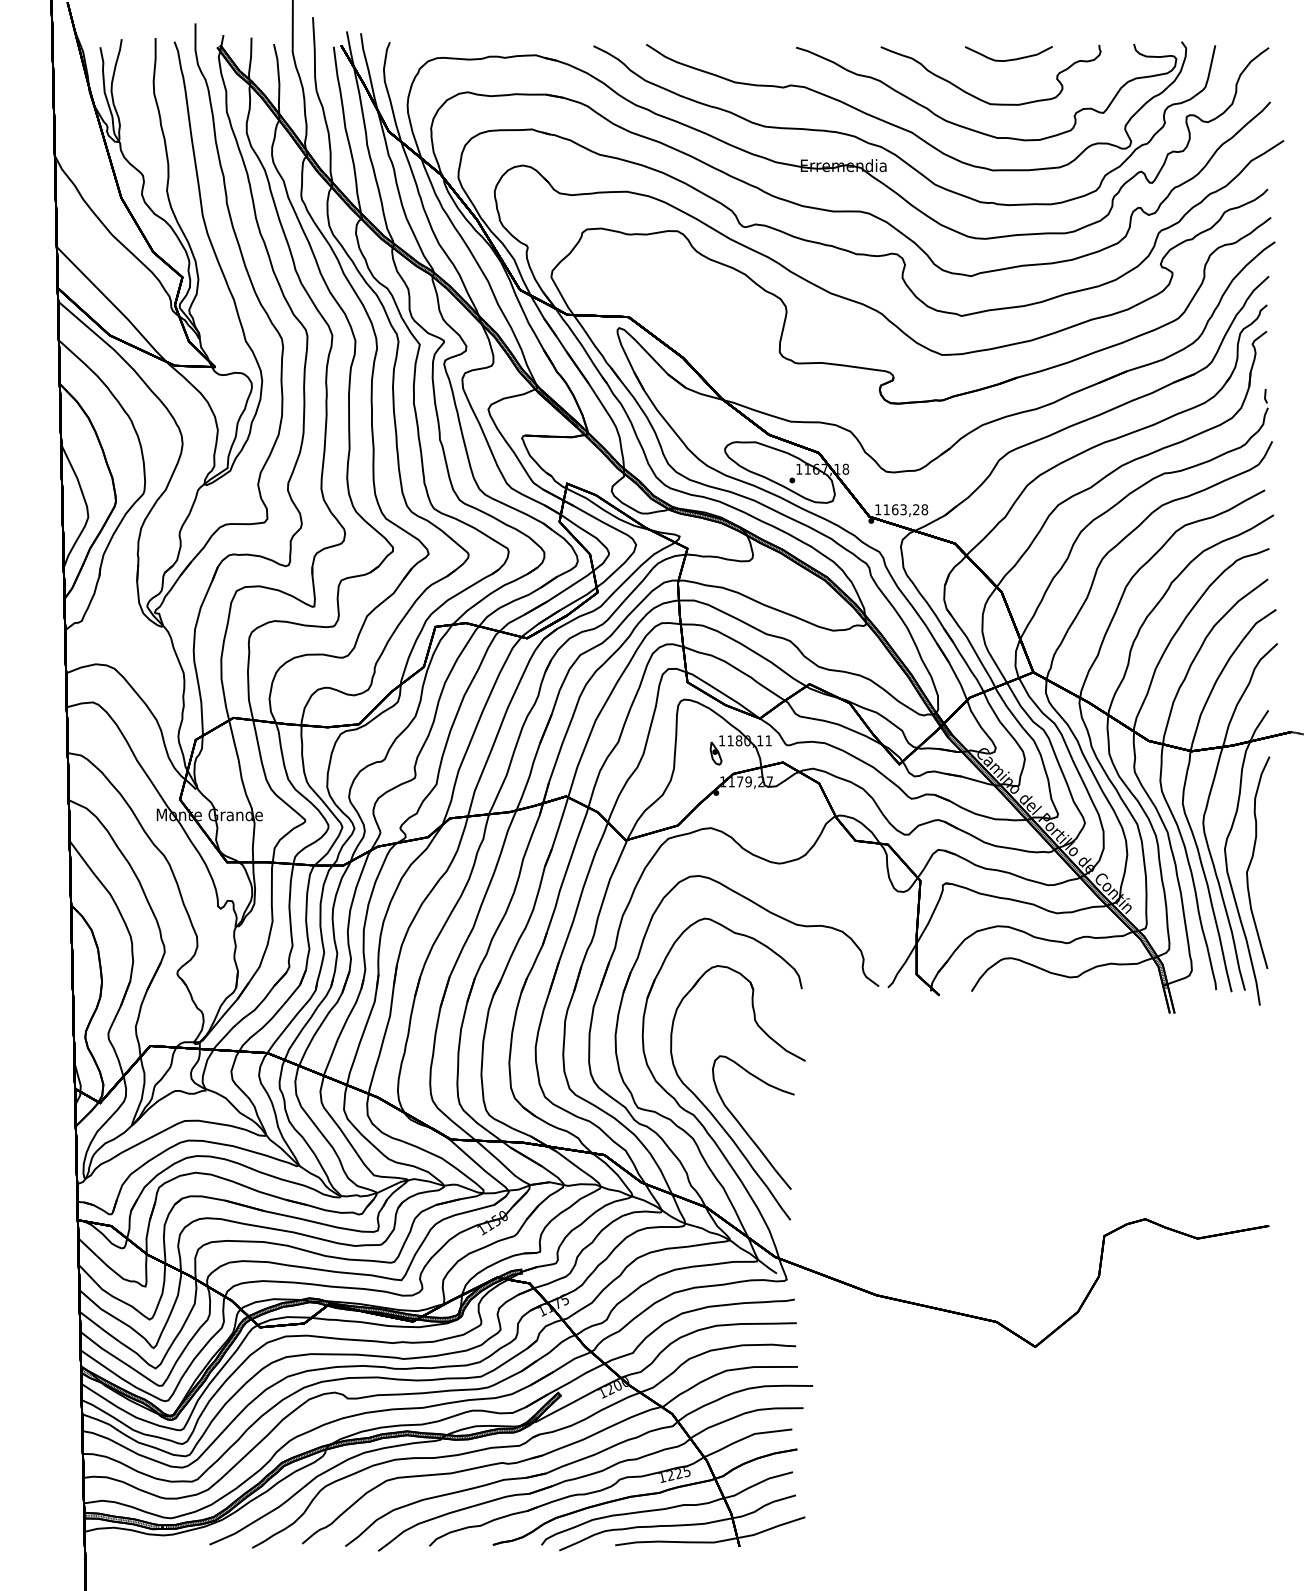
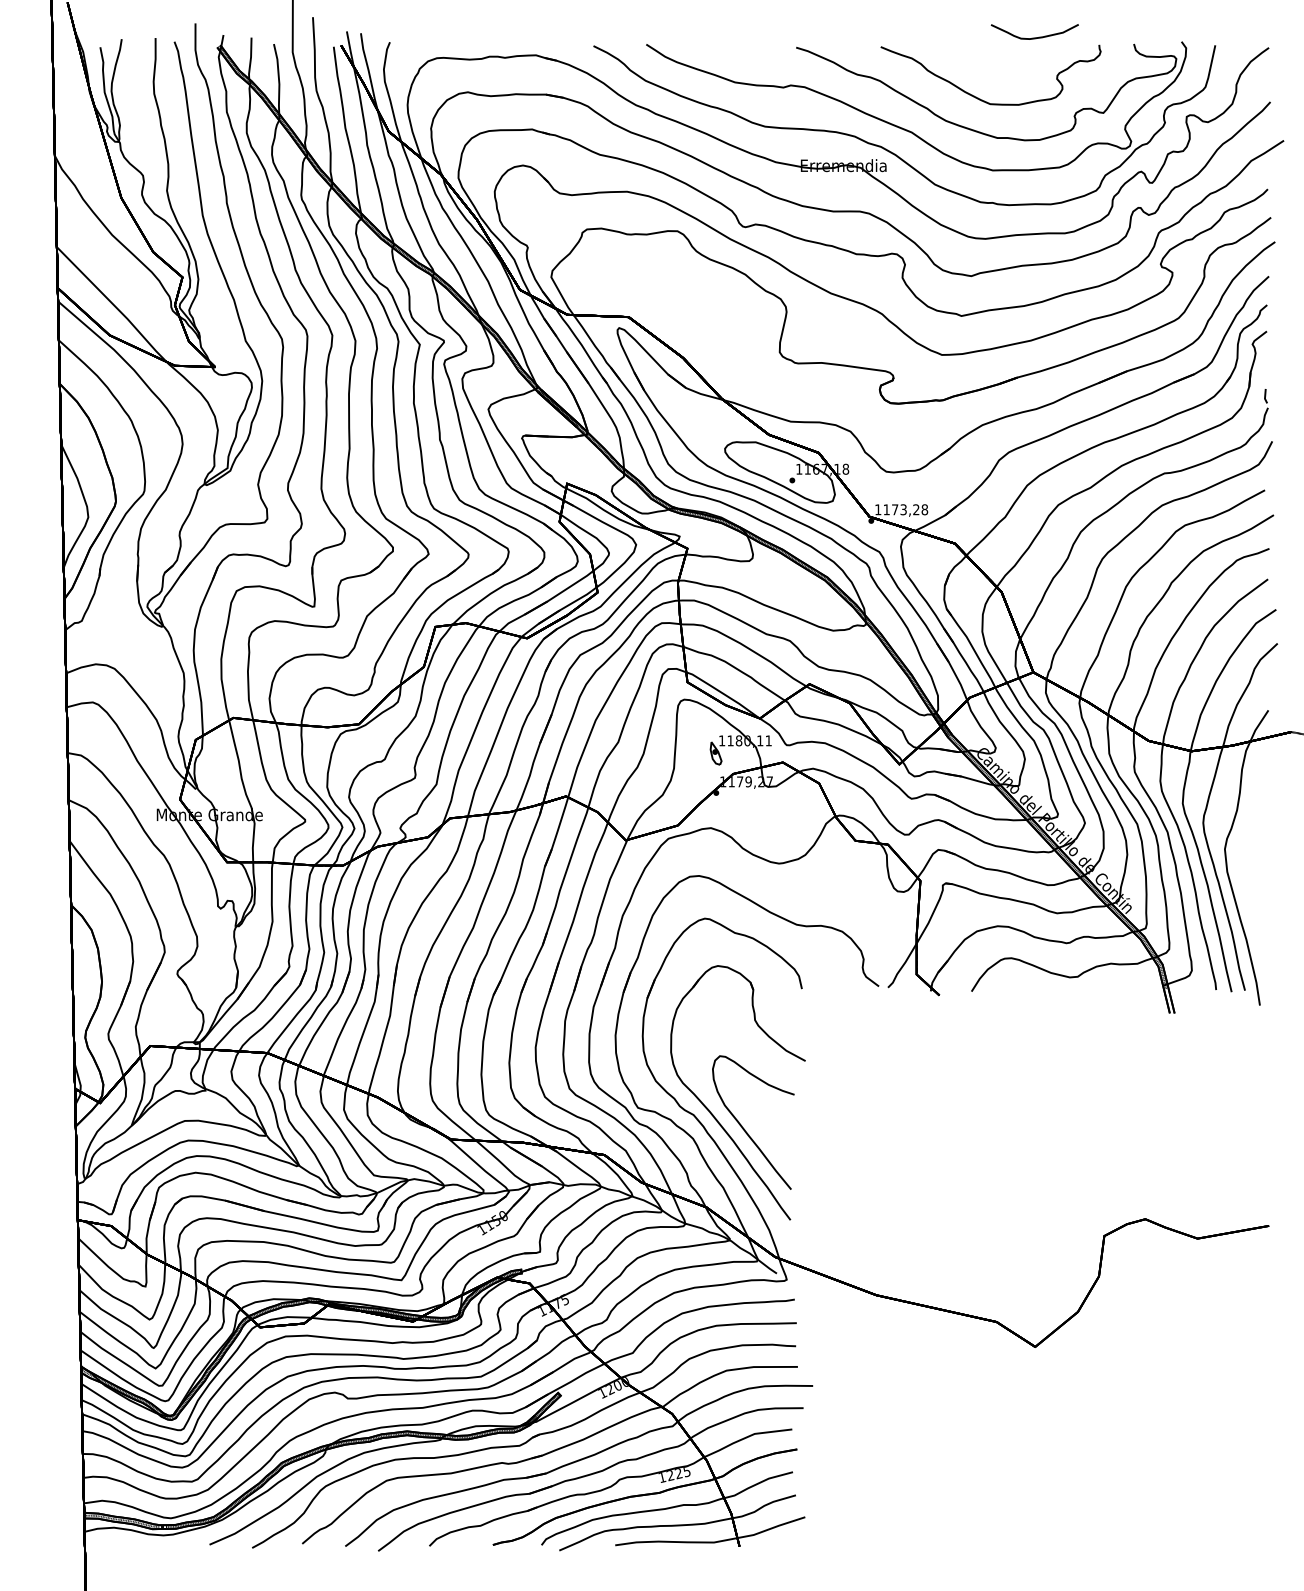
part at (1008, 53) position: (1008, 53) -> (1034, 31)
text at (895, 509): 1163,28 -> 1173,28
curve at (1252, 860): present -> none
